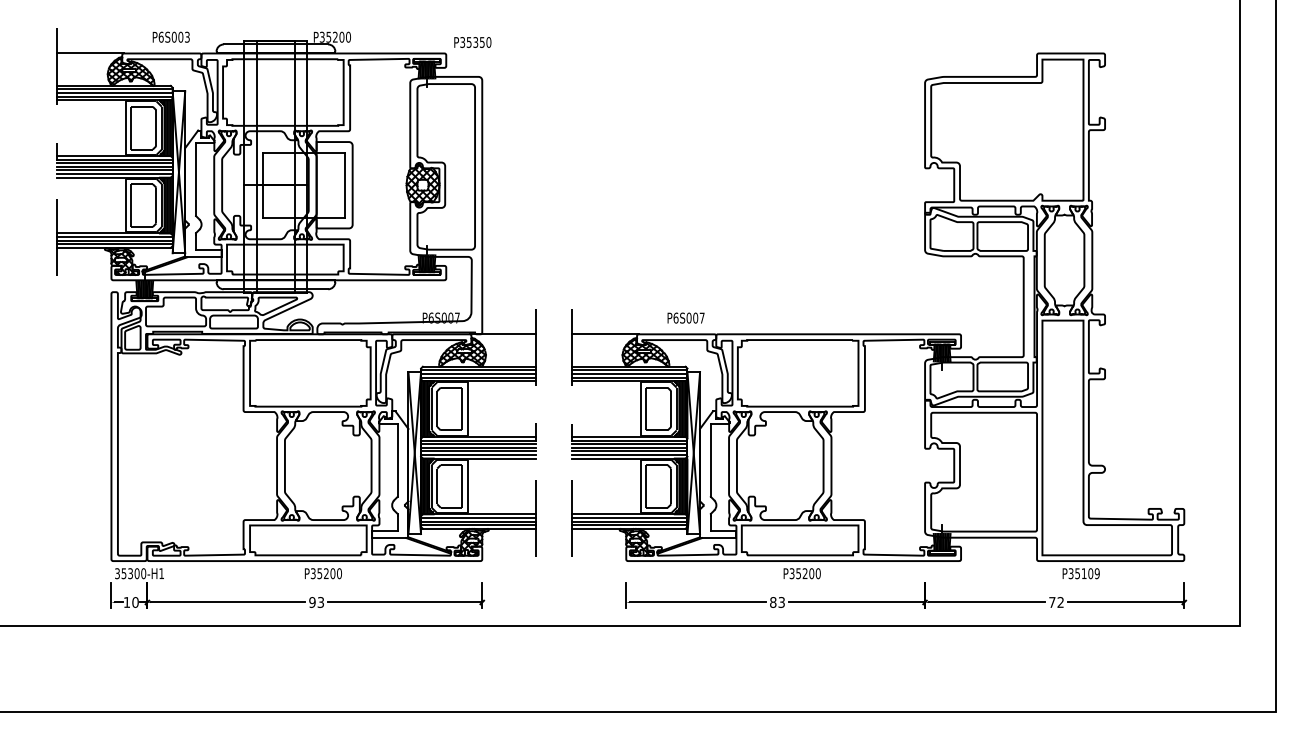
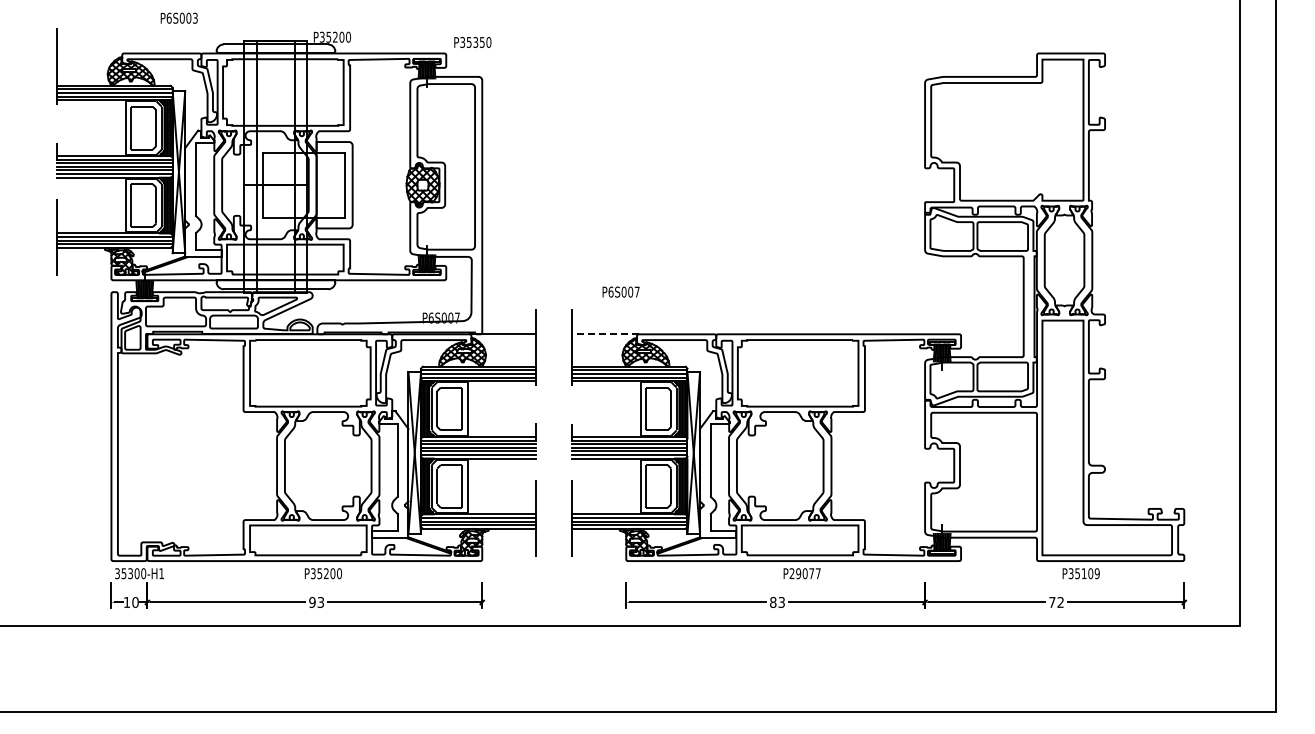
text at (170, 36) position: (170, 36) -> (178, 17)
line at (90, 53): present -> none
text at (685, 317) position: (685, 317) -> (620, 291)
line at (605, 334): solid -> dashed
text at (804, 573): P35200 -> P29077
